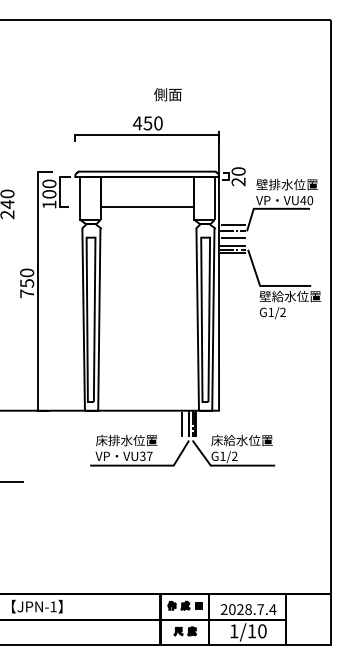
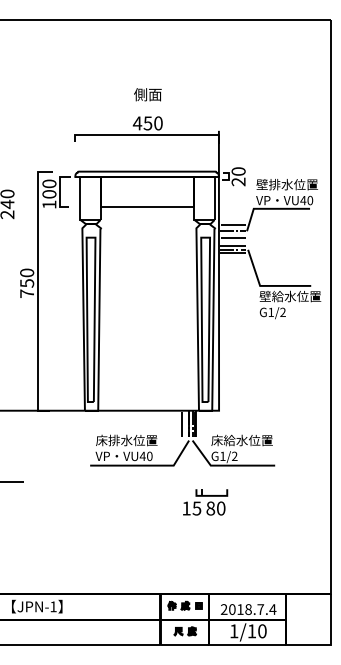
text at (167, 94) position: (167, 94) -> (147, 94)
text at (145, 456): VU37 -> VU40
part at (205, 502): none -> present
text at (240, 609): 2028.7.4 -> 2018.7.4
